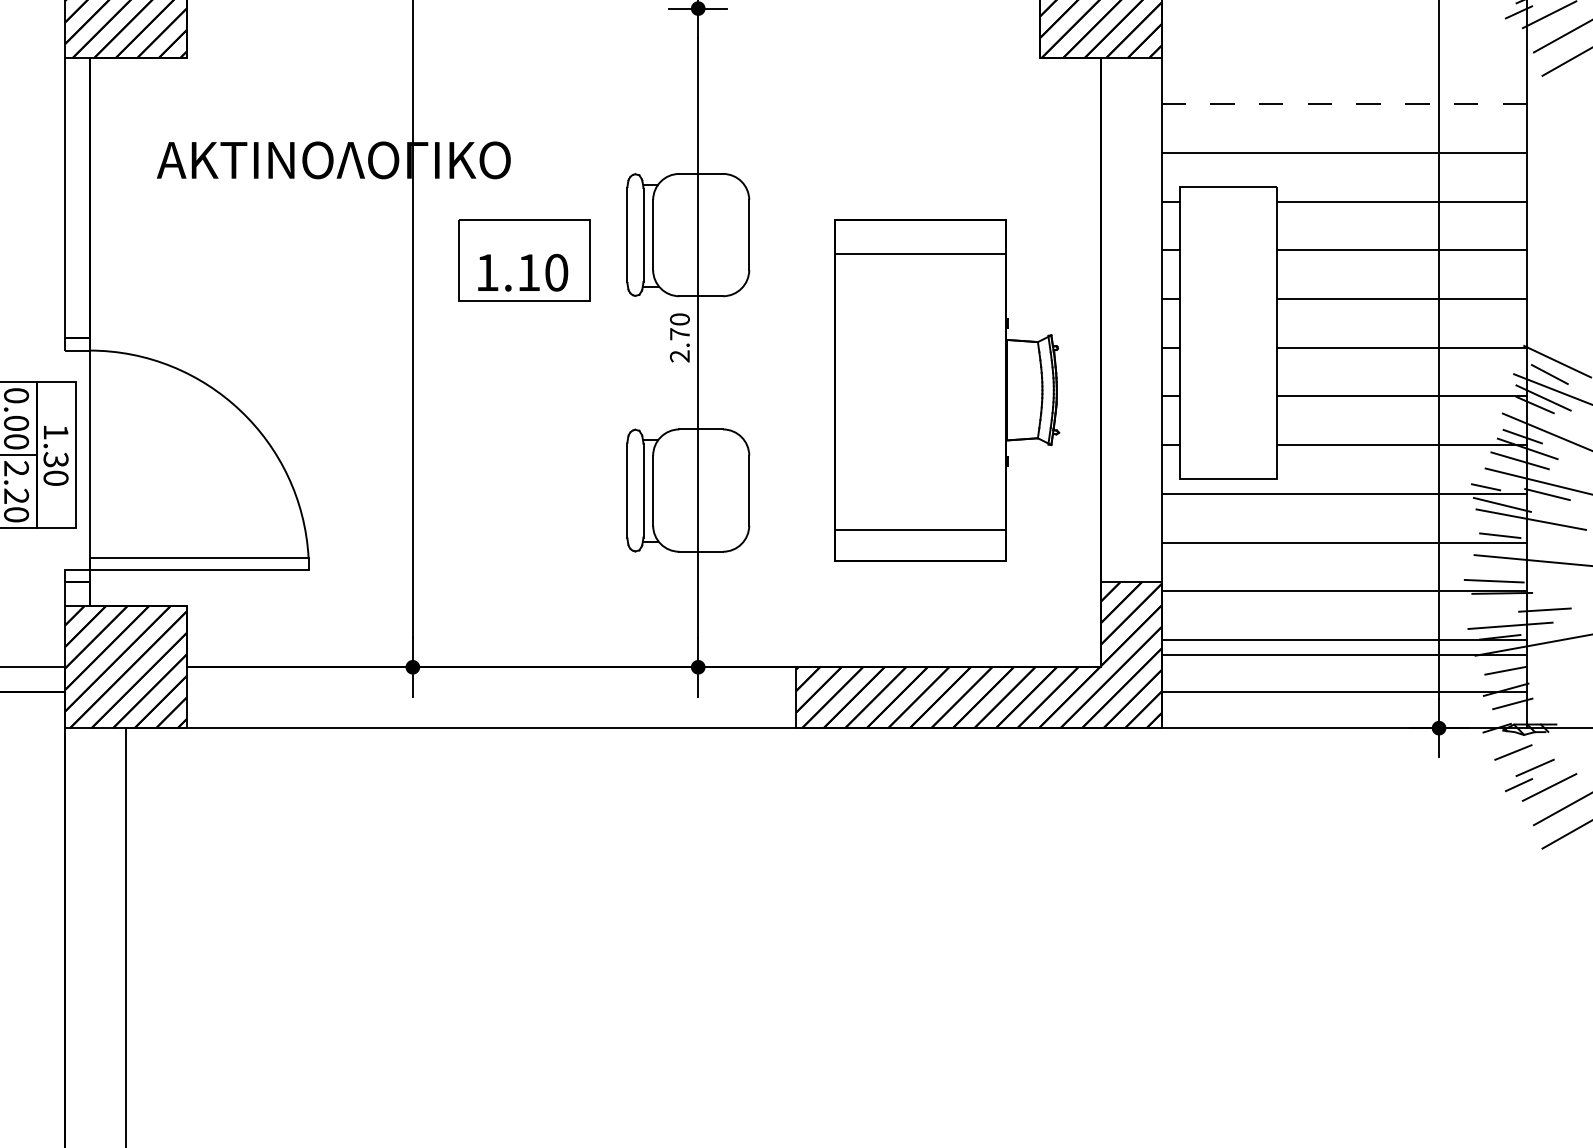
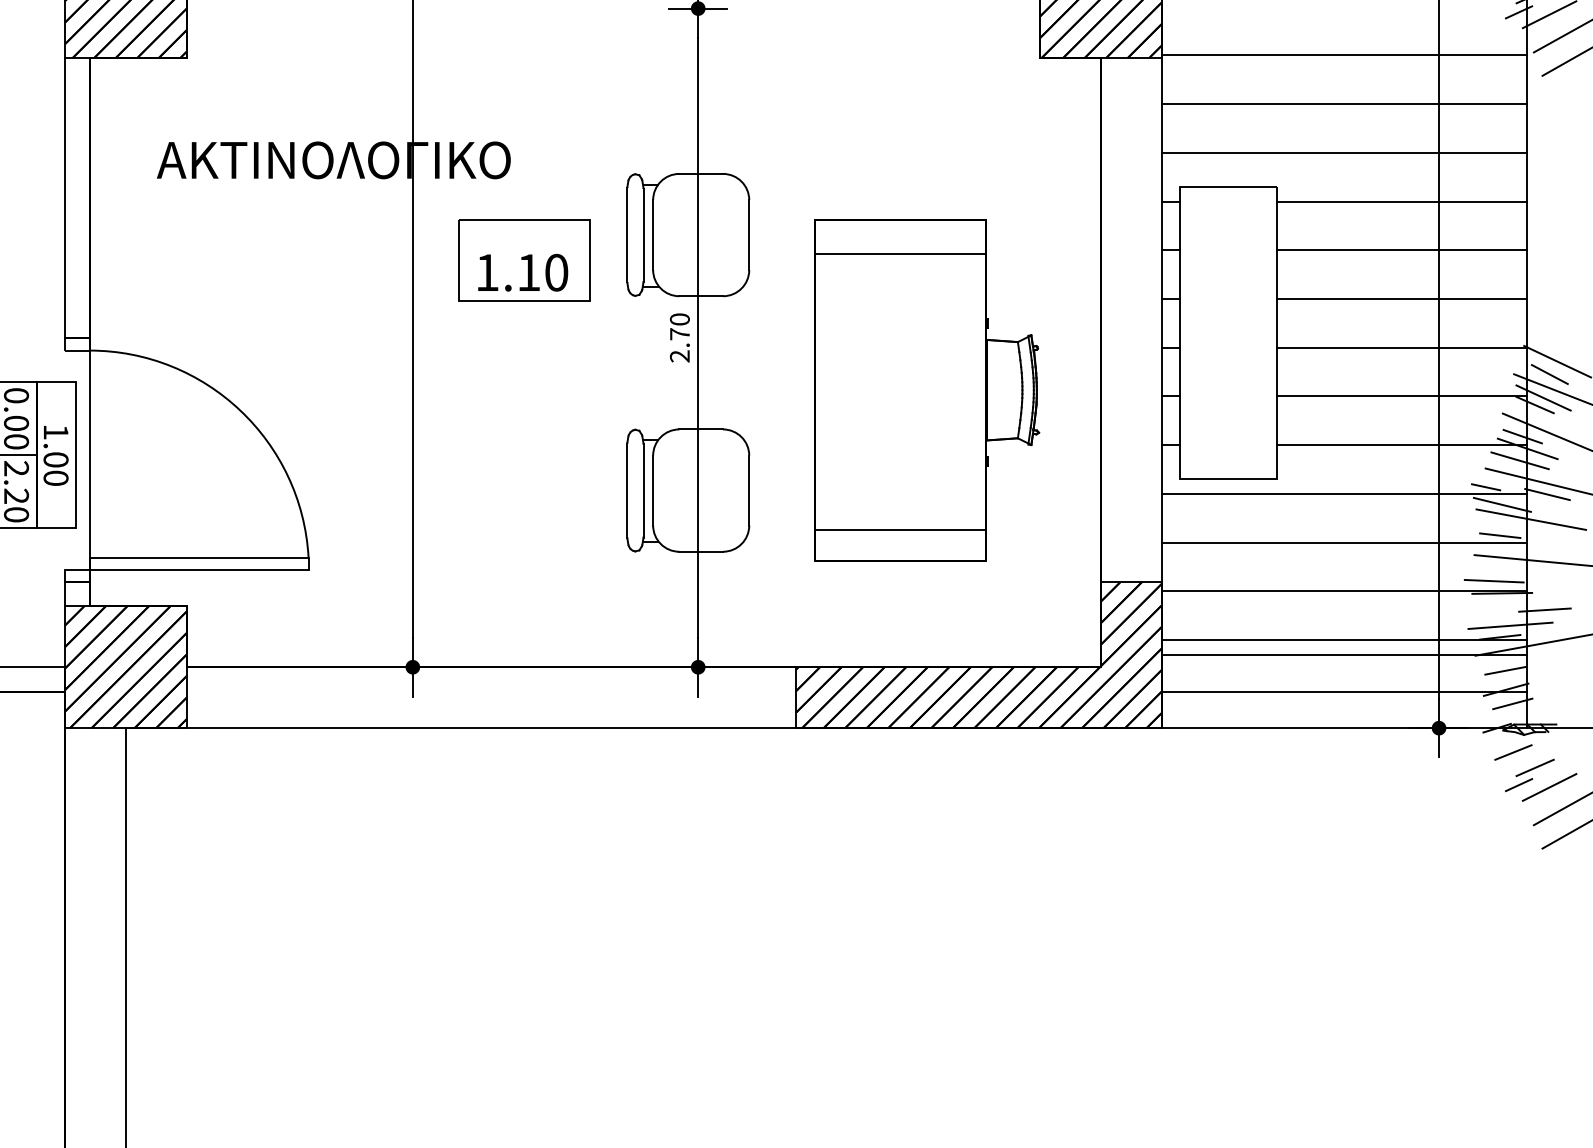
line at (1343, 55): none -> present
line at (1344, 104): dashed -> solid
part at (947, 390) position: (947, 390) -> (927, 390)
text at (55, 459): 1.30 -> 1.00
